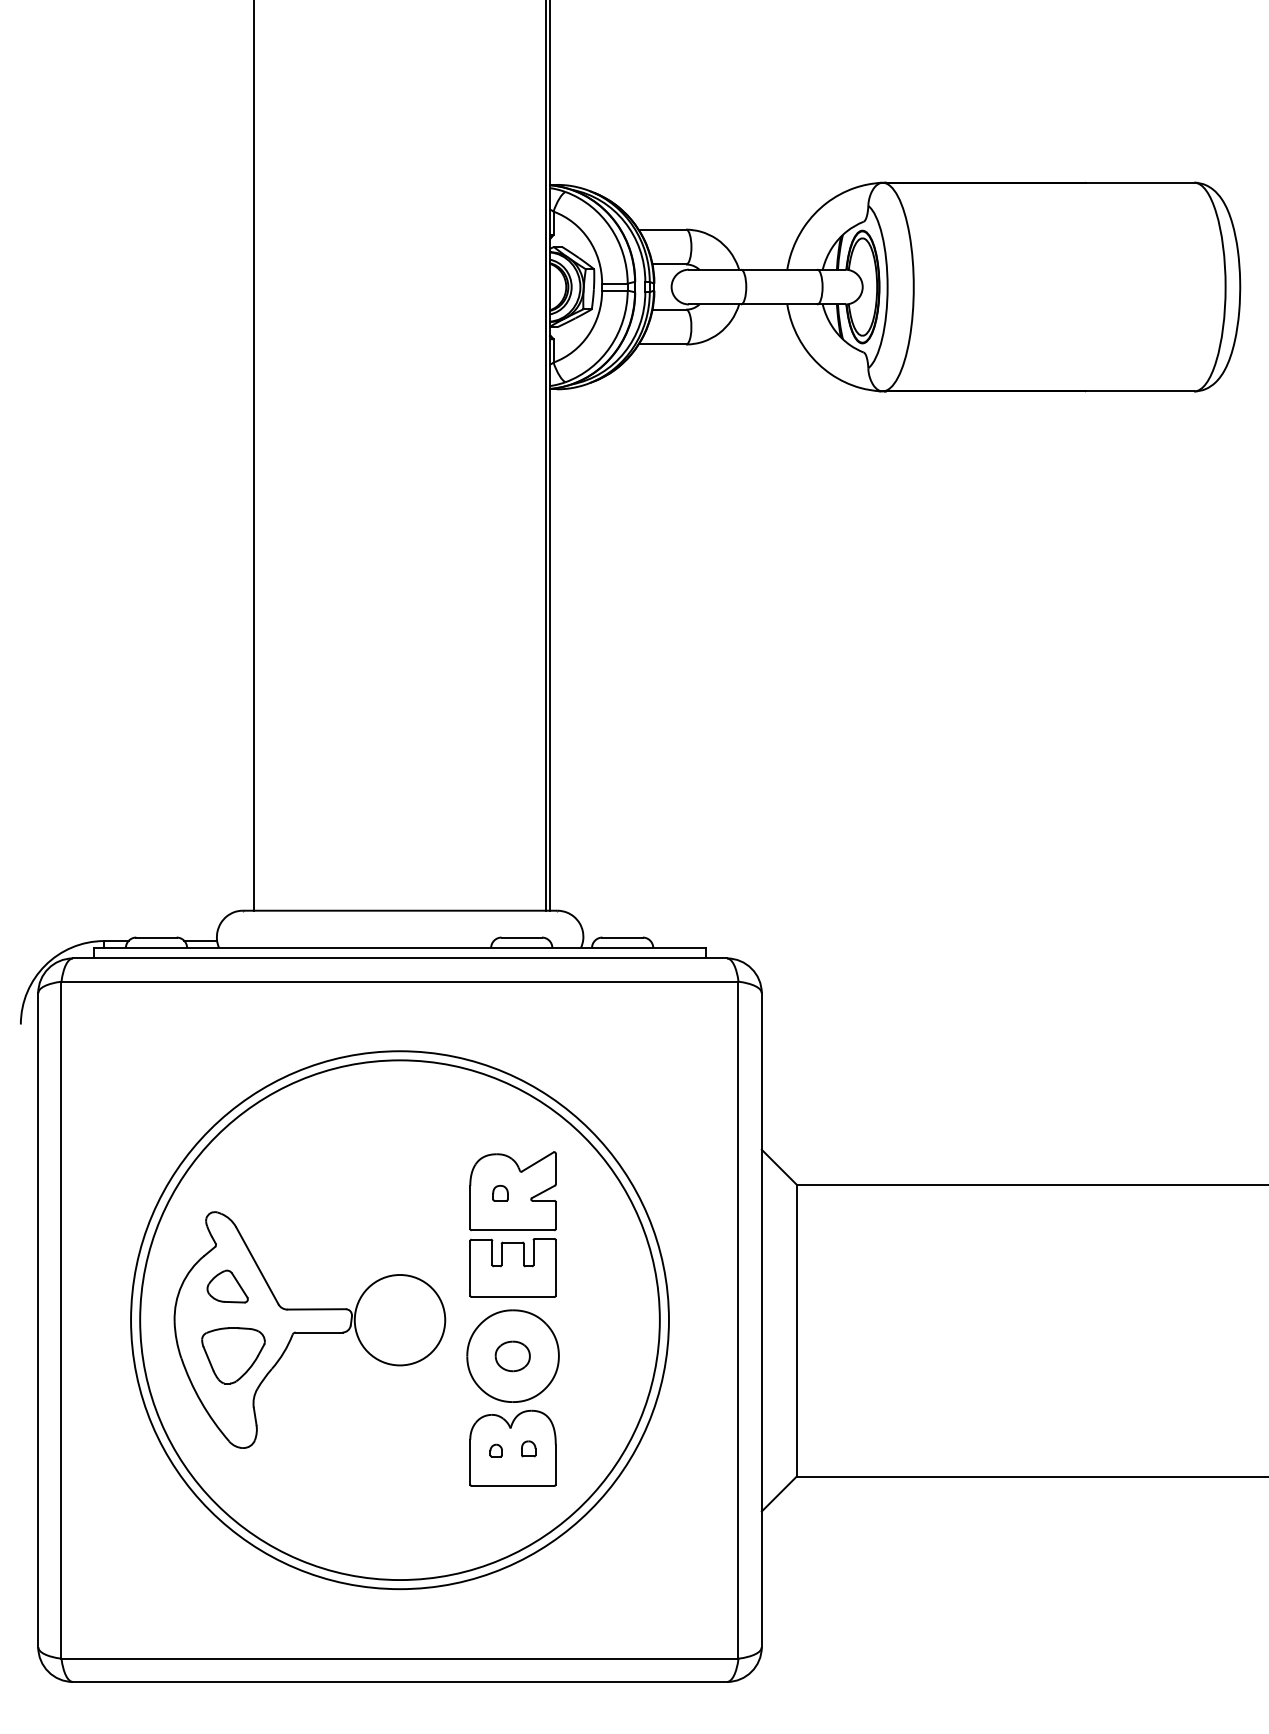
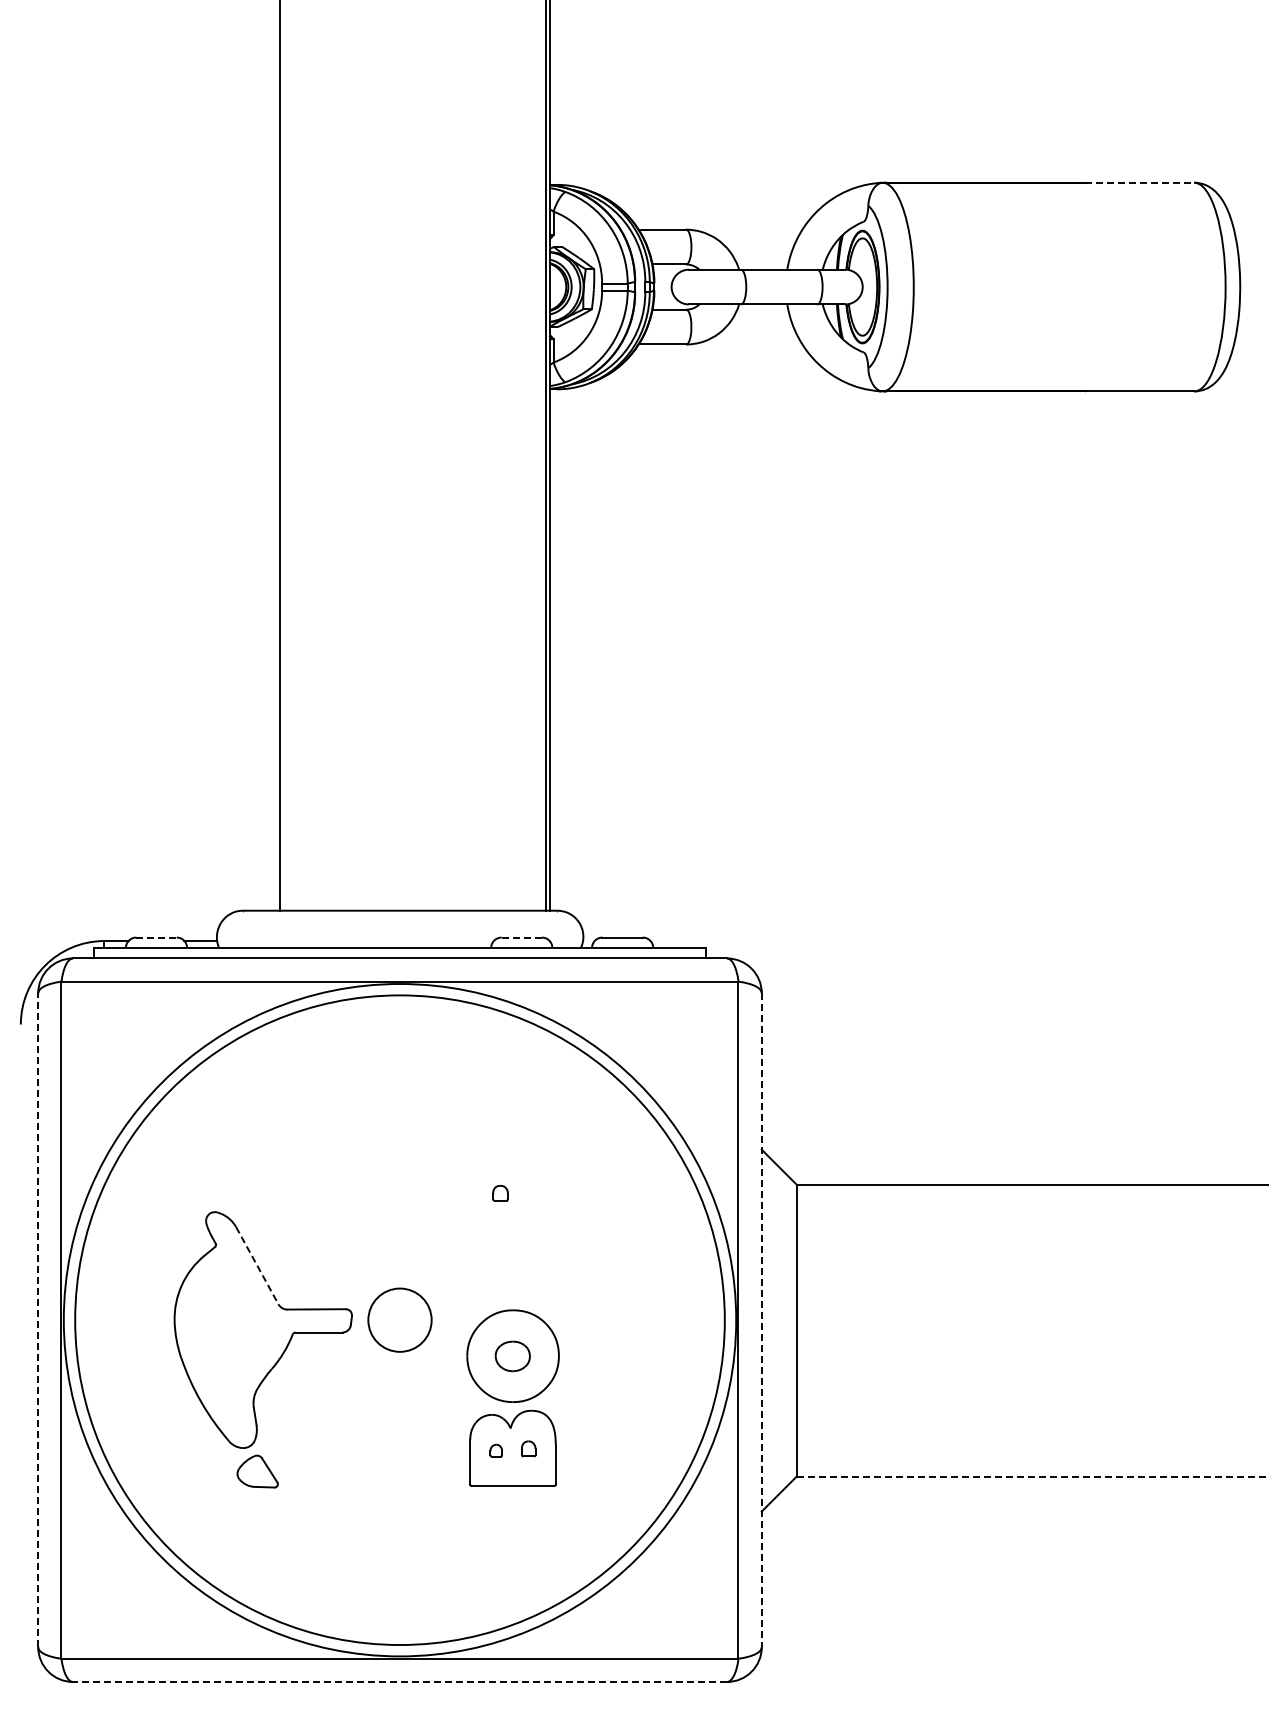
line at (1140, 182): solid -> dashed
line at (253, 456) position: (253, 456) -> (279, 456)
line at (157, 937): solid -> dashed
line at (522, 937): solid -> dashed
part at (512, 1224): present -> none
line at (257, 1265): solid -> dashed
part at (227, 1286) position: (227, 1286) -> (257, 1471)
circle at (399, 1319) diameter: 90 px -> 63 px
line at (38, 1320): solid -> dashed
circle at (399, 1320) diameter: 520 px -> 650 px
circle at (399, 1320) diameter: 538 px -> 672 px
line at (761, 1320): solid -> dashed
part at (233, 1355): present -> none
line at (1032, 1476): solid -> dashed
line at (400, 1681): solid -> dashed
